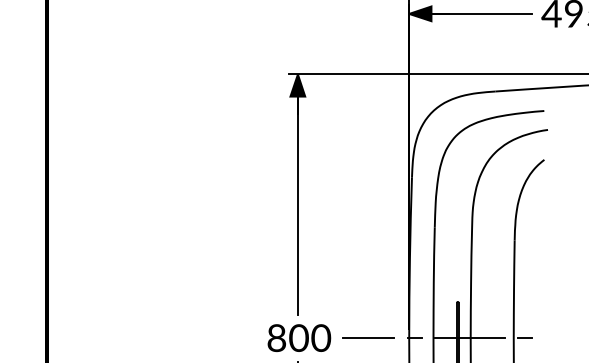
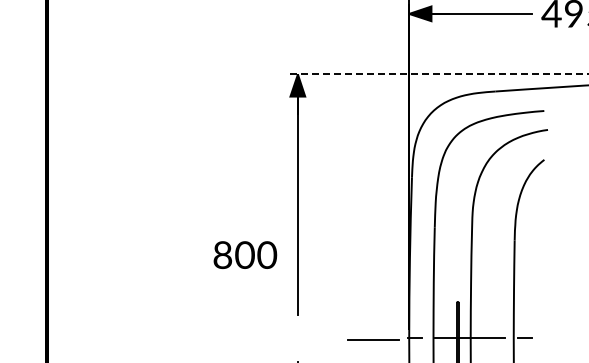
line at (438, 74): solid -> dashed
text at (299, 337) position: (299, 337) -> (245, 254)
line at (368, 337) position: (368, 337) -> (373, 339)
